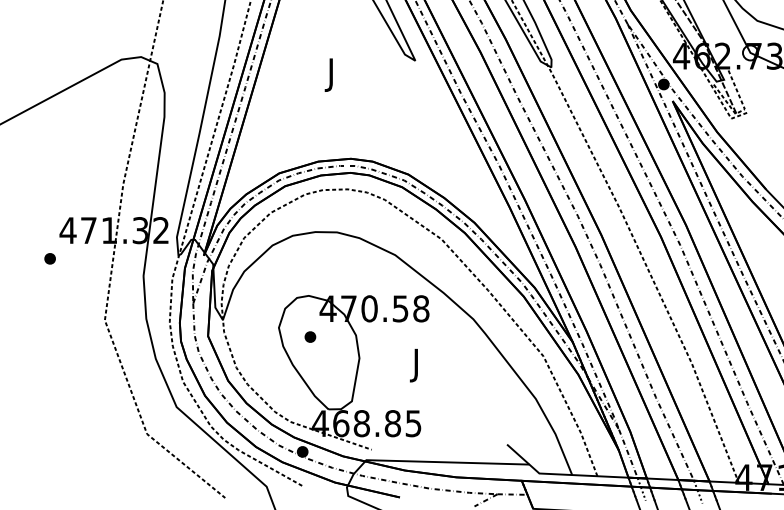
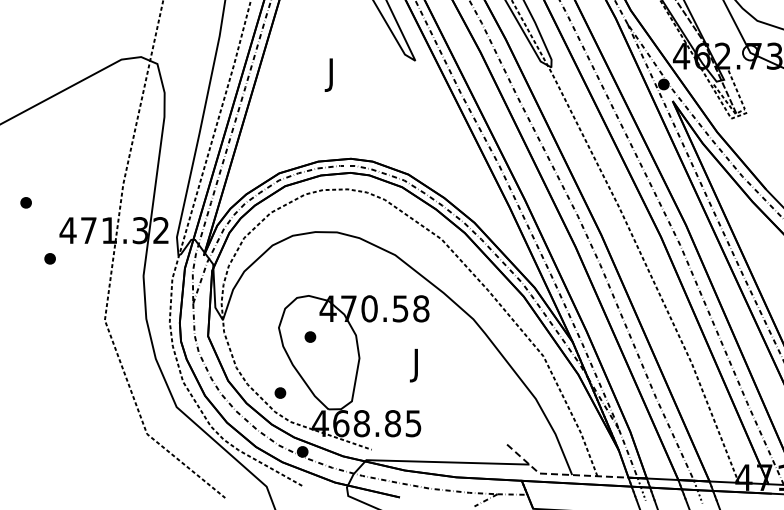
part at (25, 202): none -> present
part at (280, 392): none -> present
line at (562, 474): solid -> dashed
